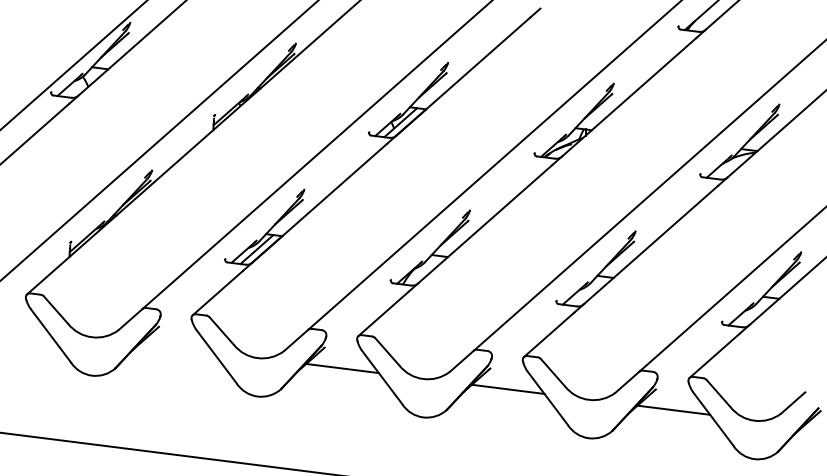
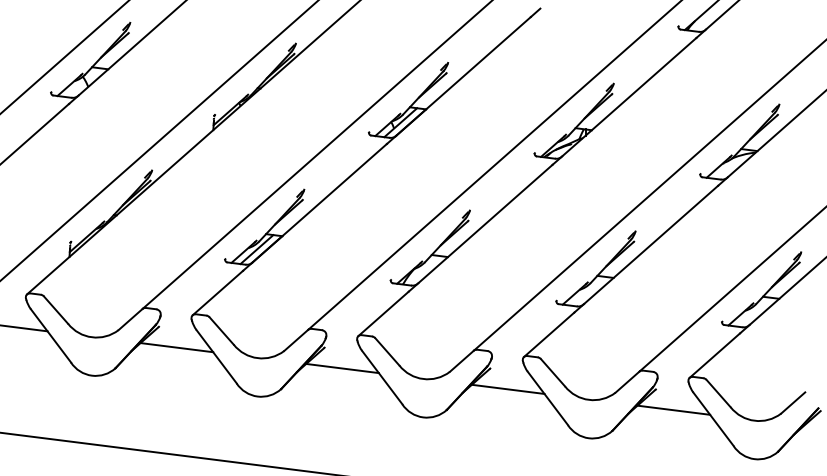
line at (73, 65) position: (73, 65) -> (64, 56)
line at (24, 328): none -> present
line at (176, 347): none -> present
